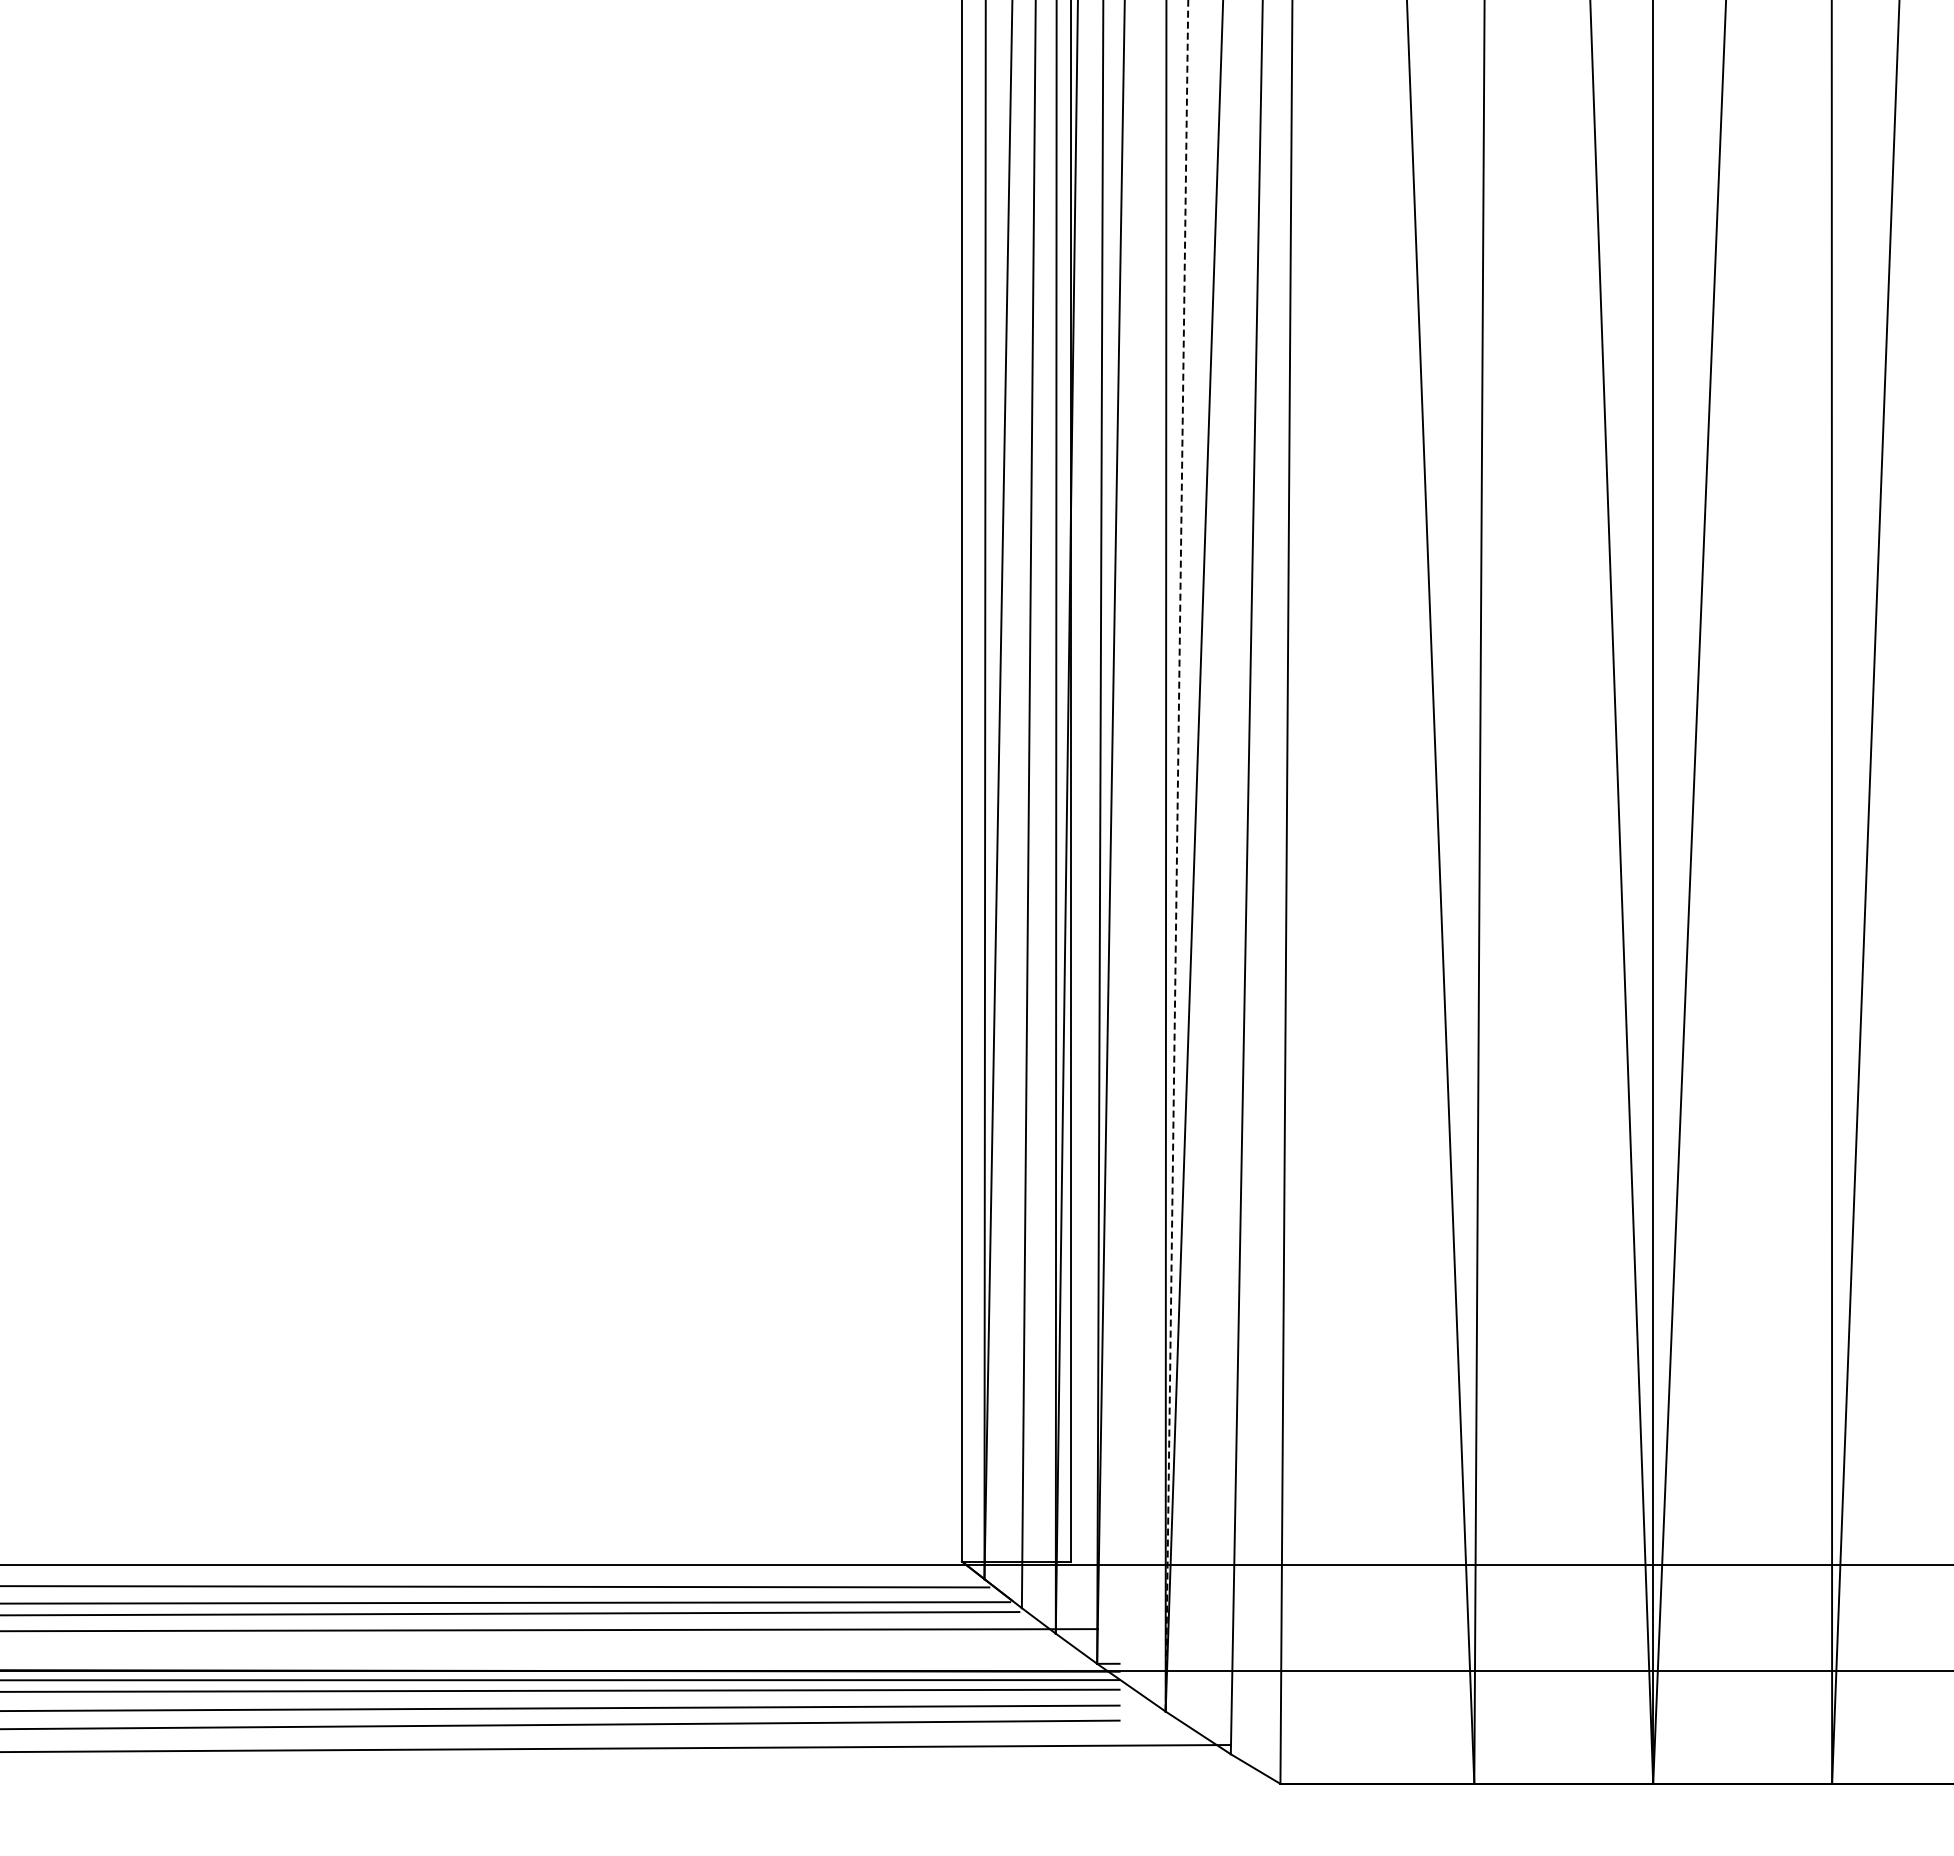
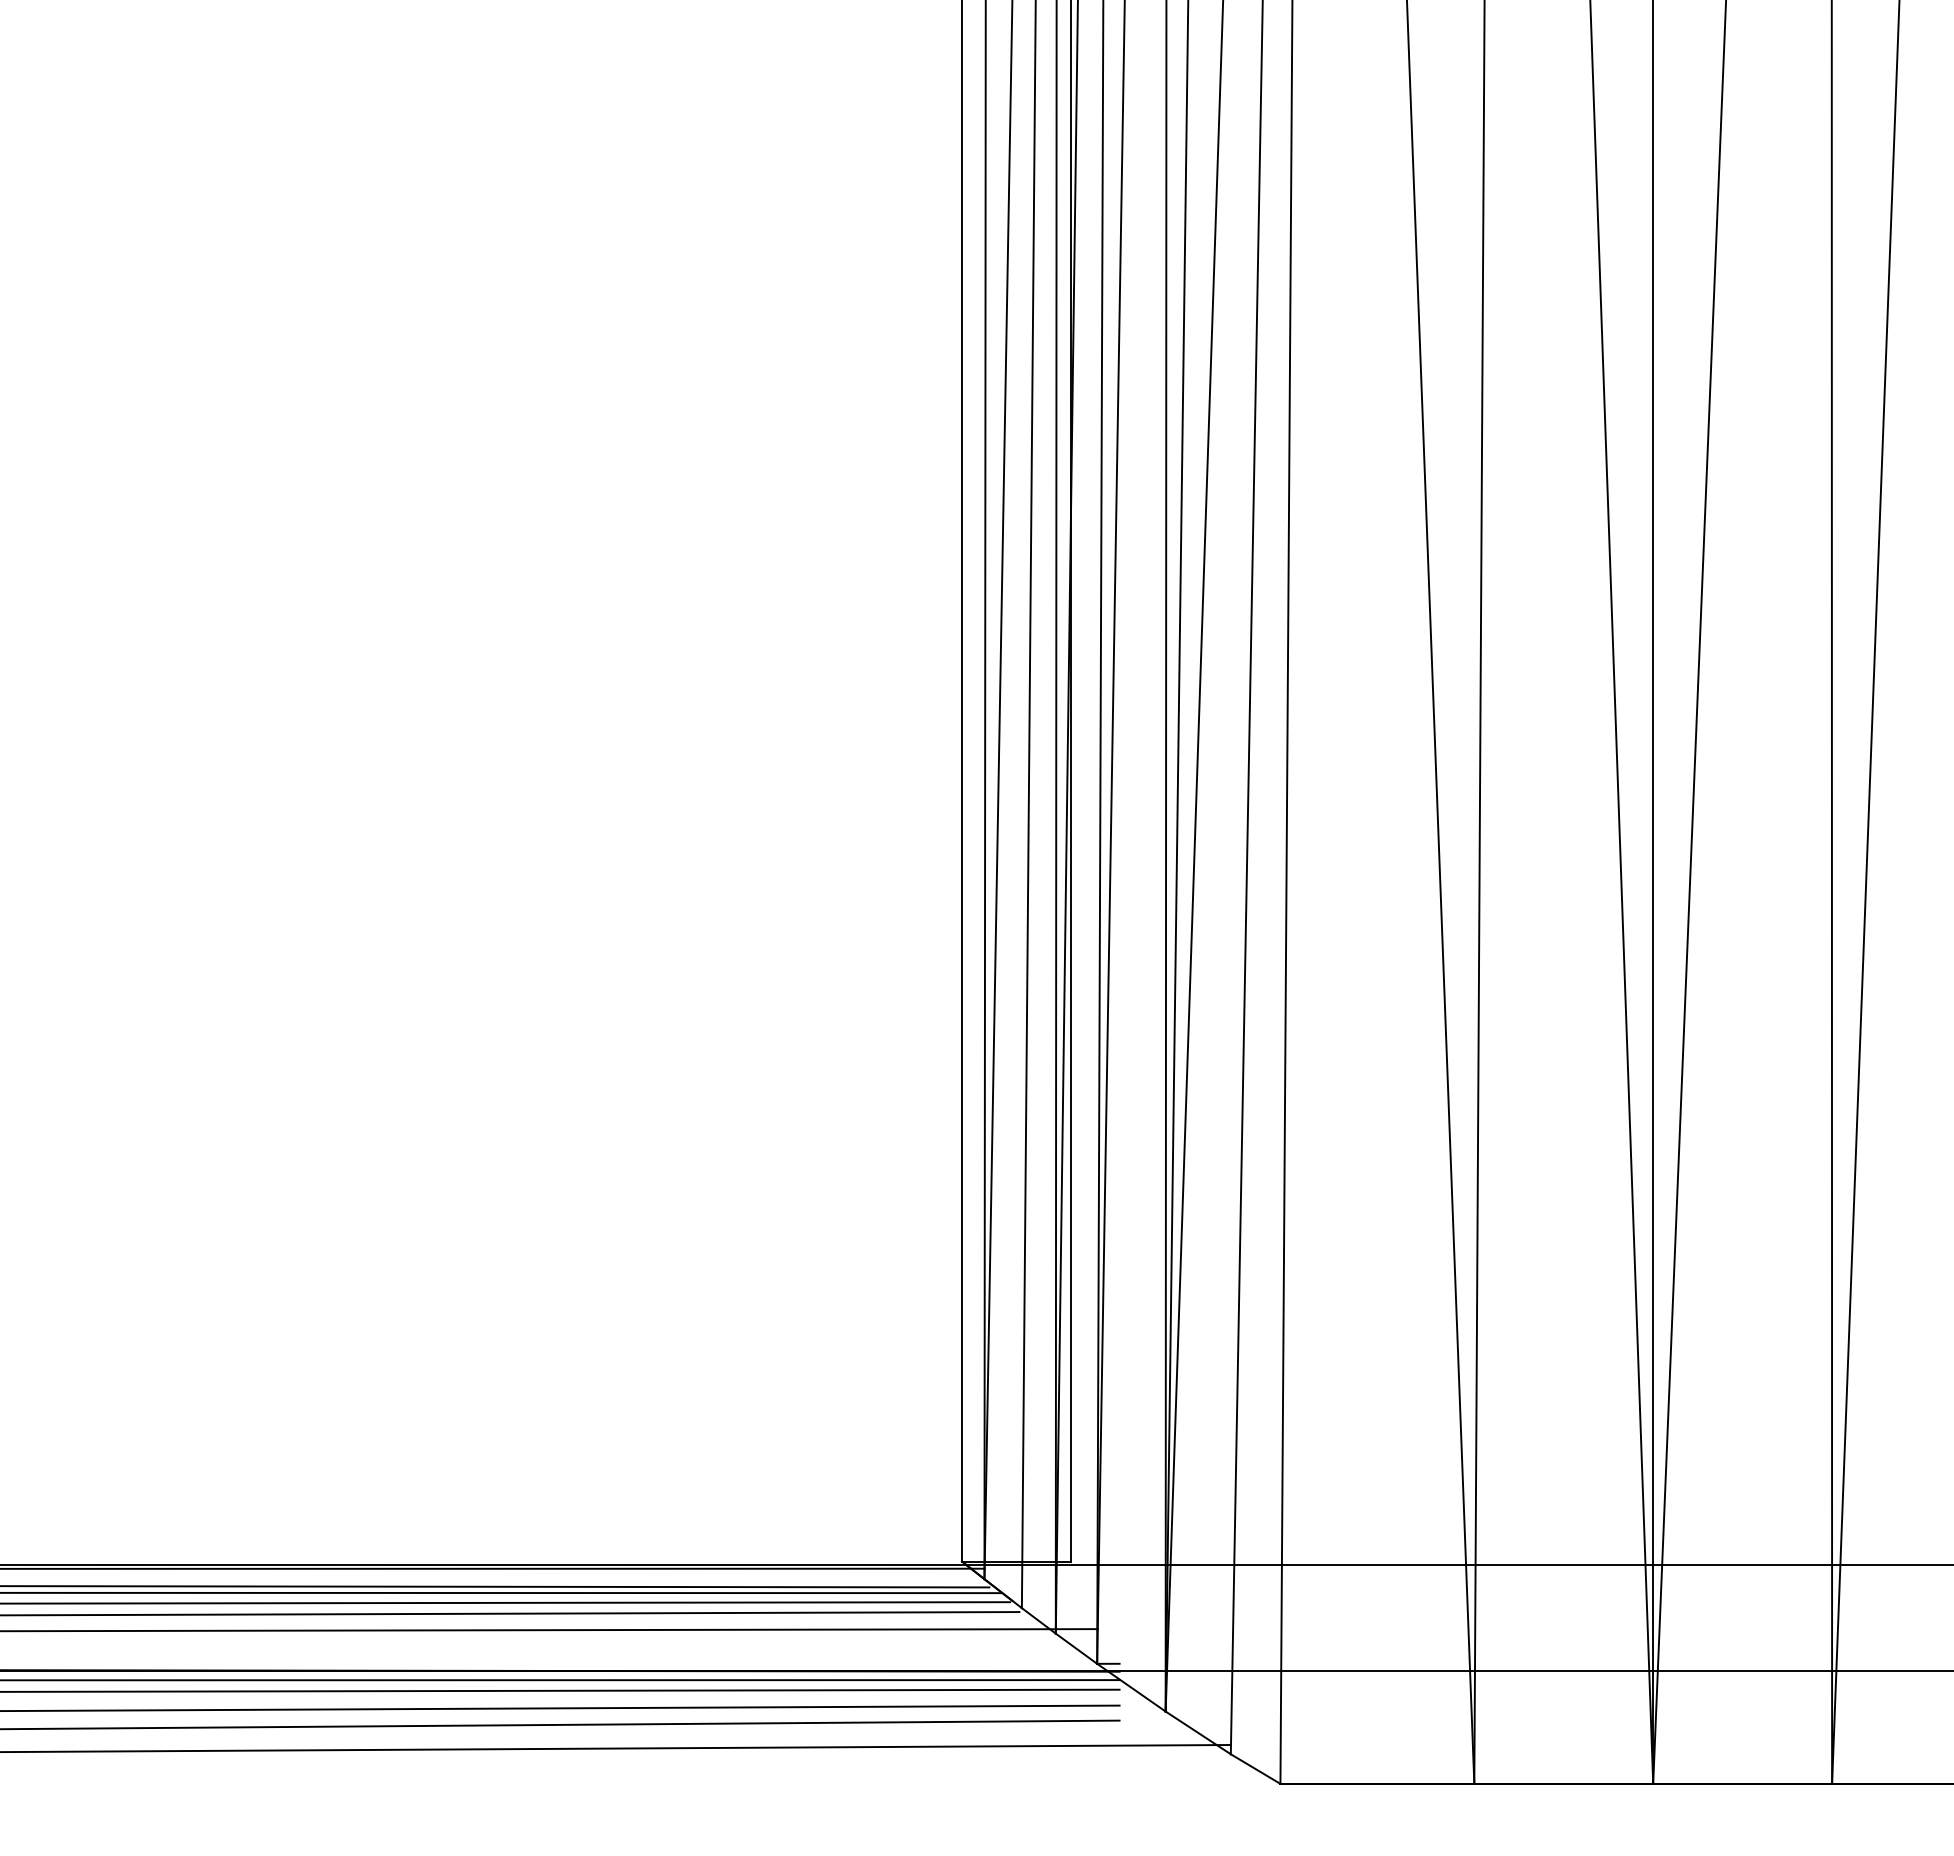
line at (1176, 855): dashed -> solid
line at (493, 1568): none -> present
line at (501, 1592): none -> present
